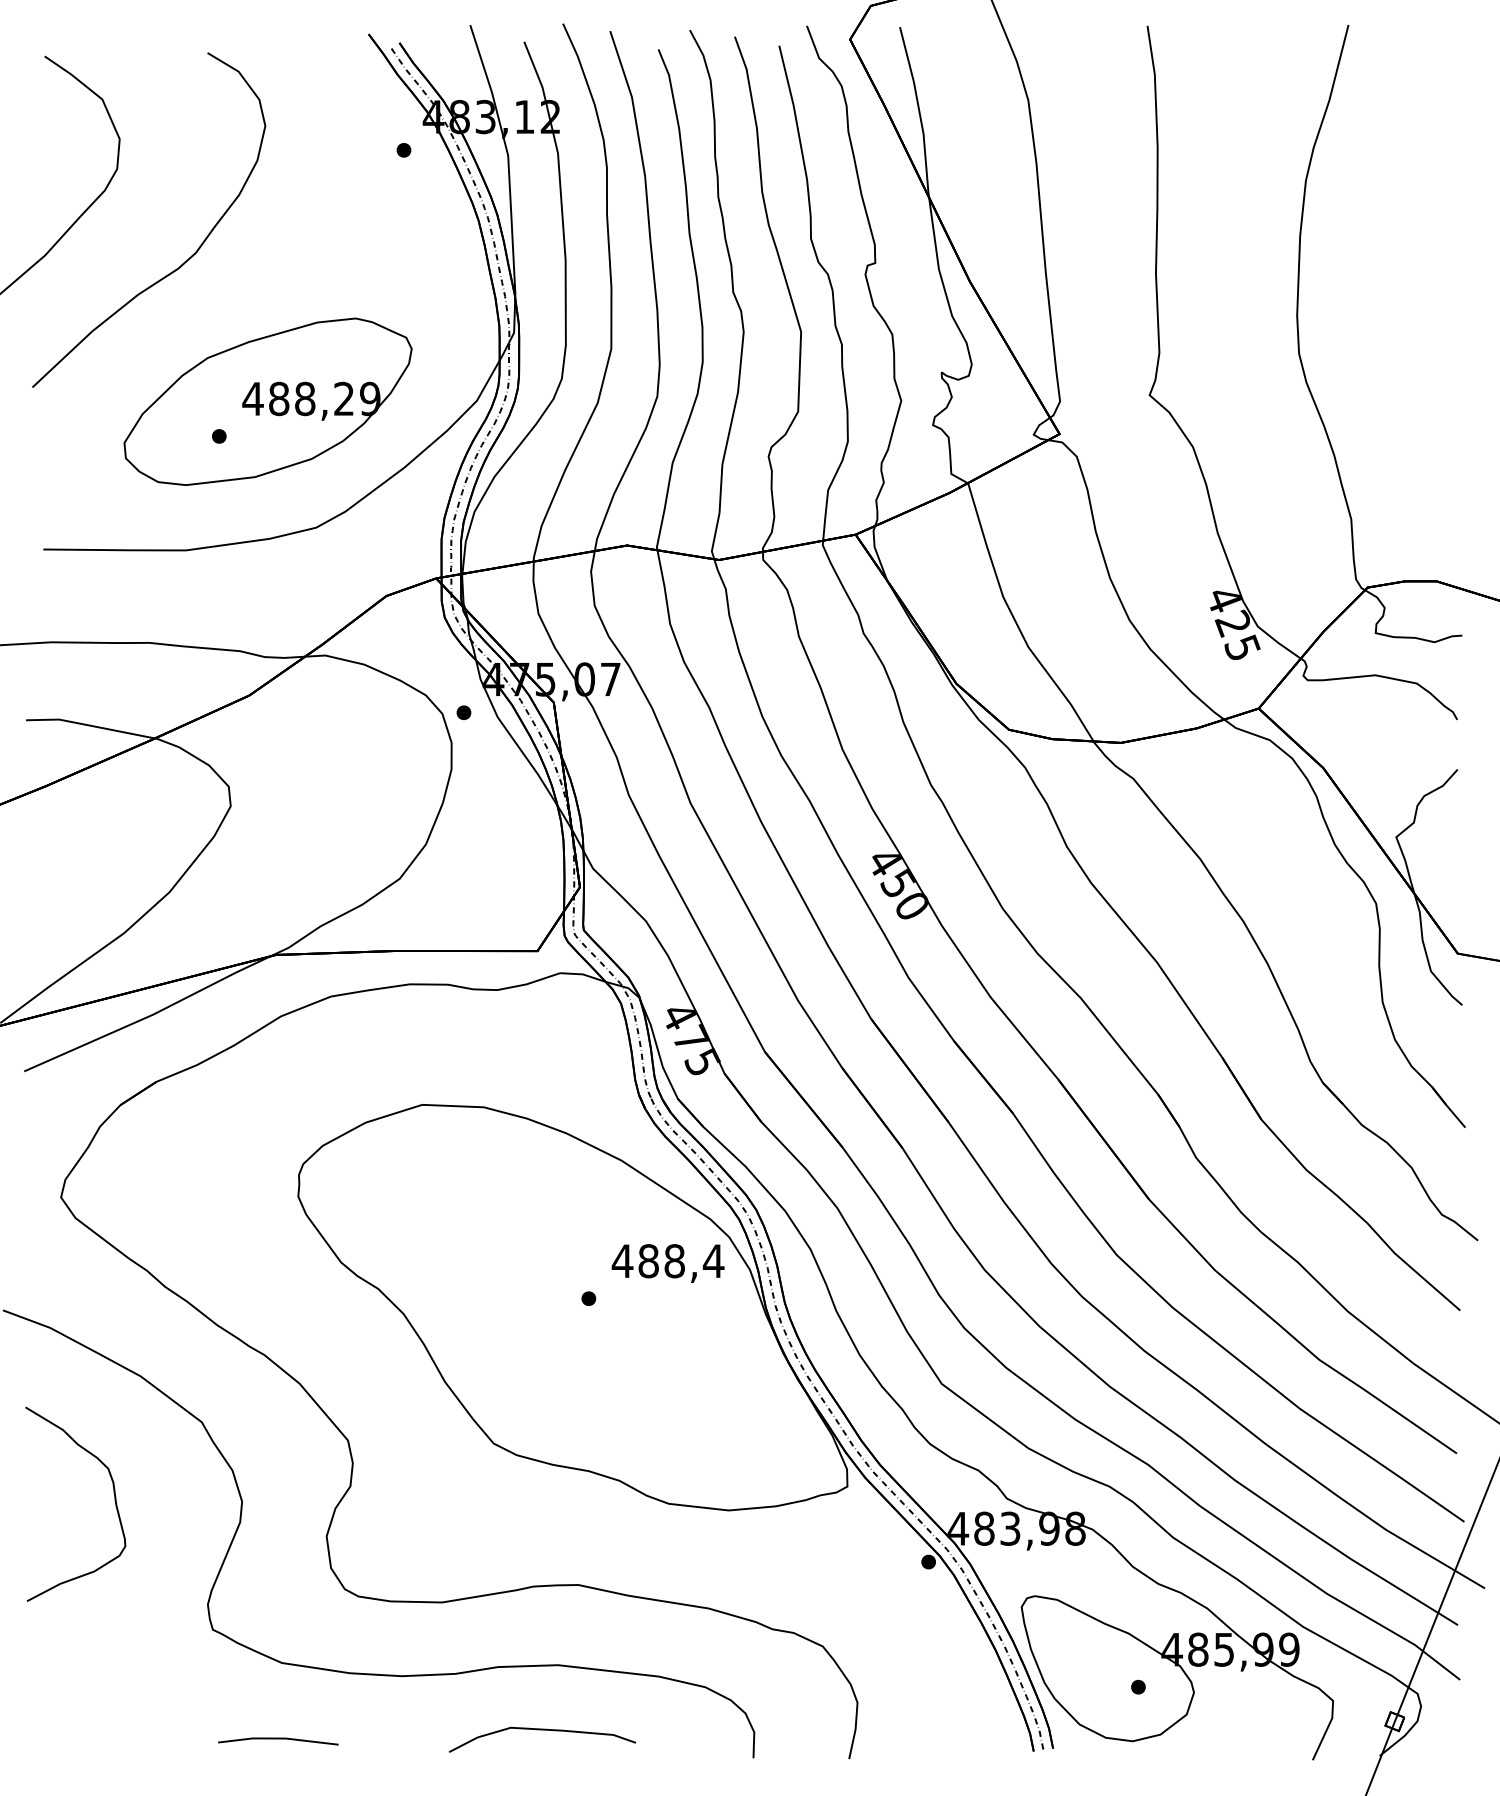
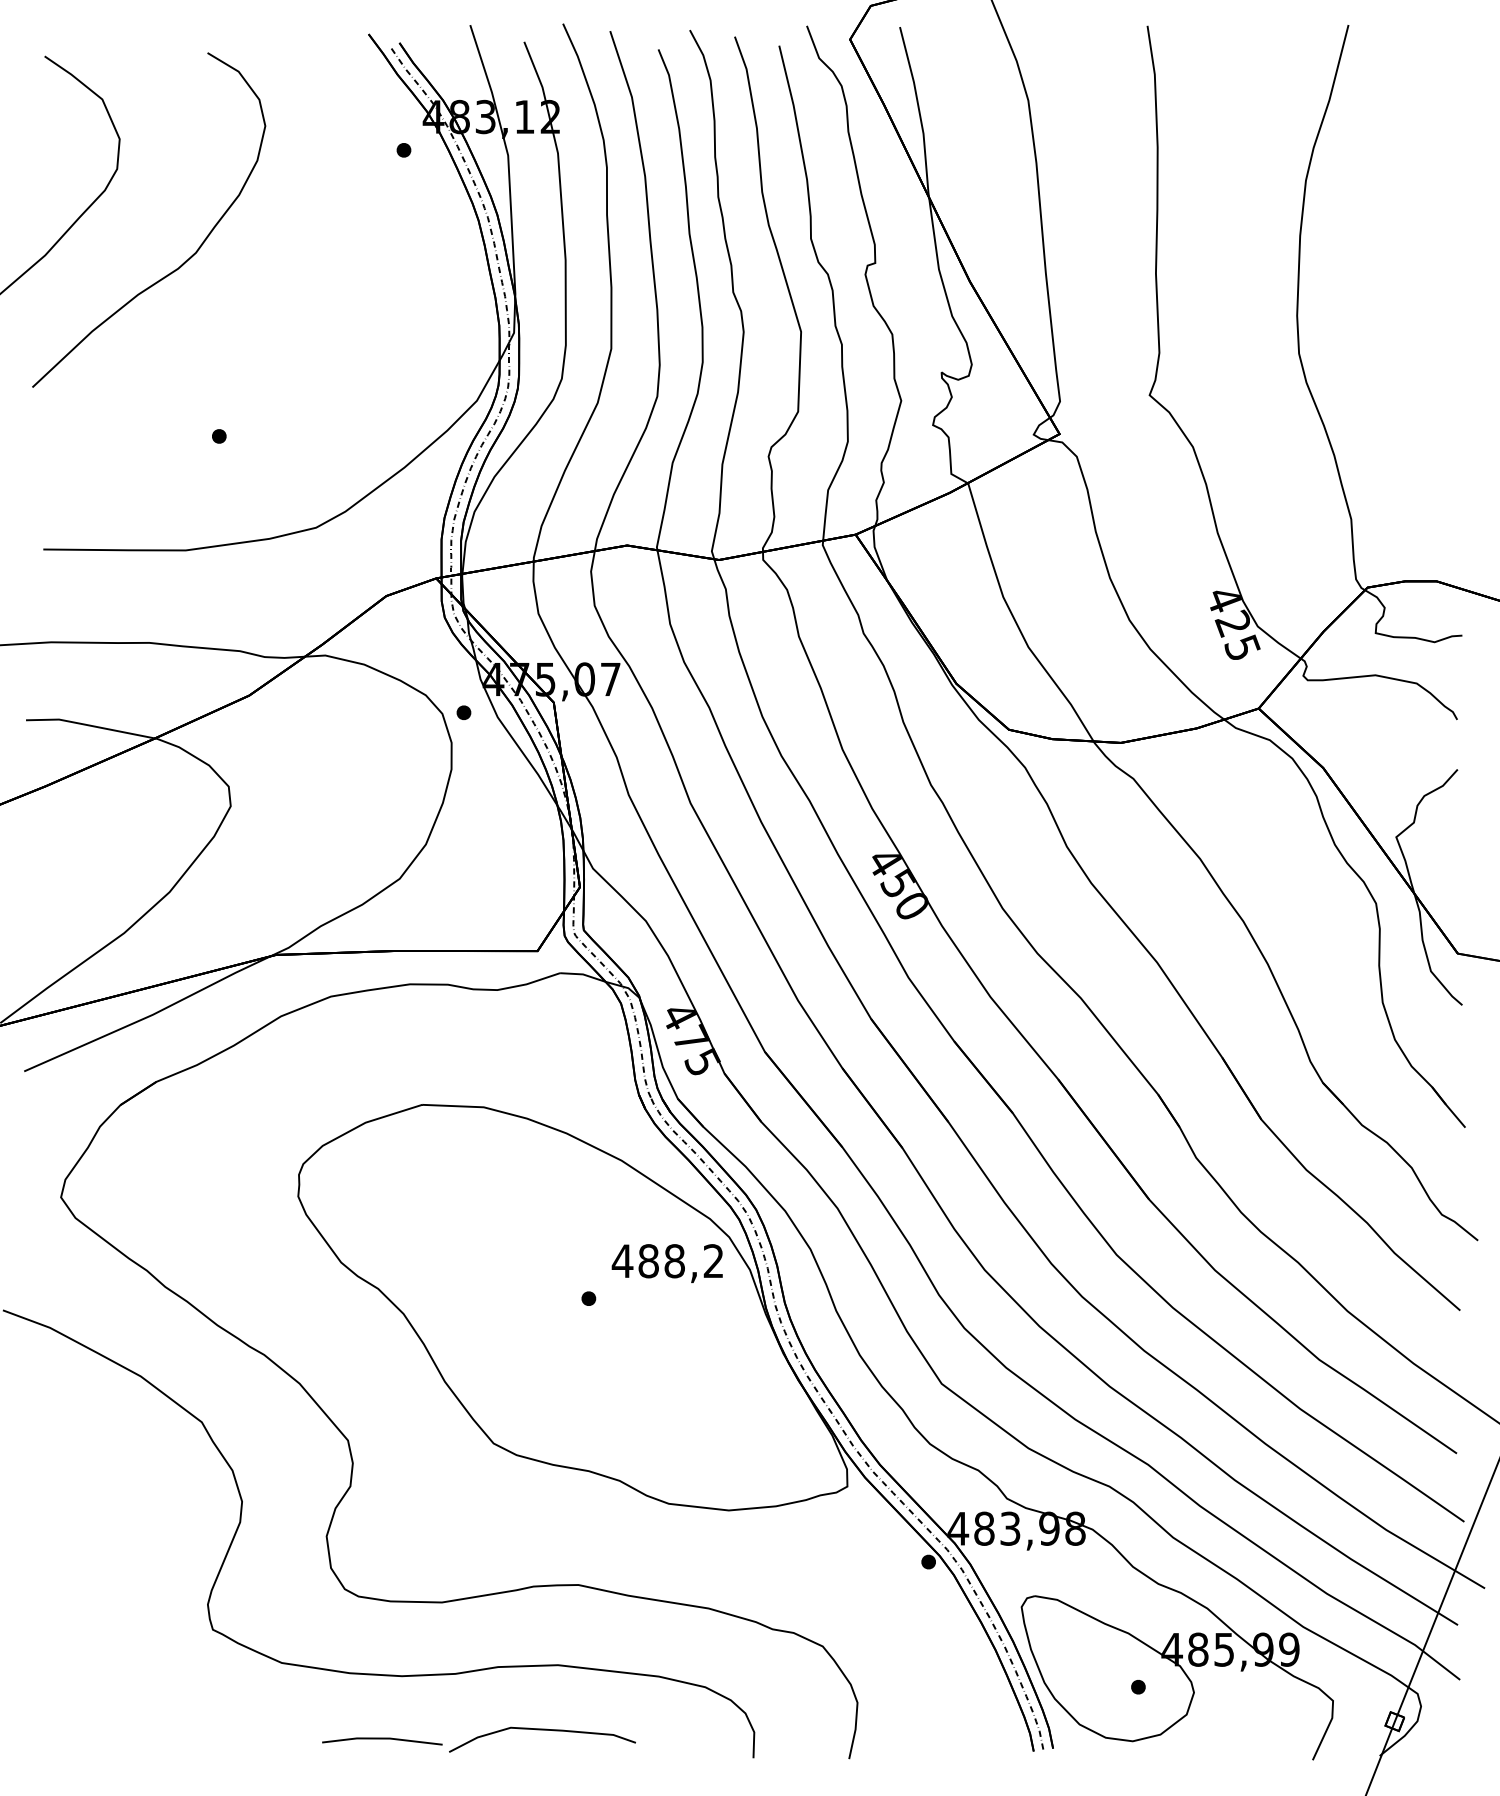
part at (267, 401): present -> none
text at (713, 1260): 488,4 -> 488,2
curve at (114, 1500): present -> none
line at (278, 1739) position: (278, 1739) -> (382, 1739)
